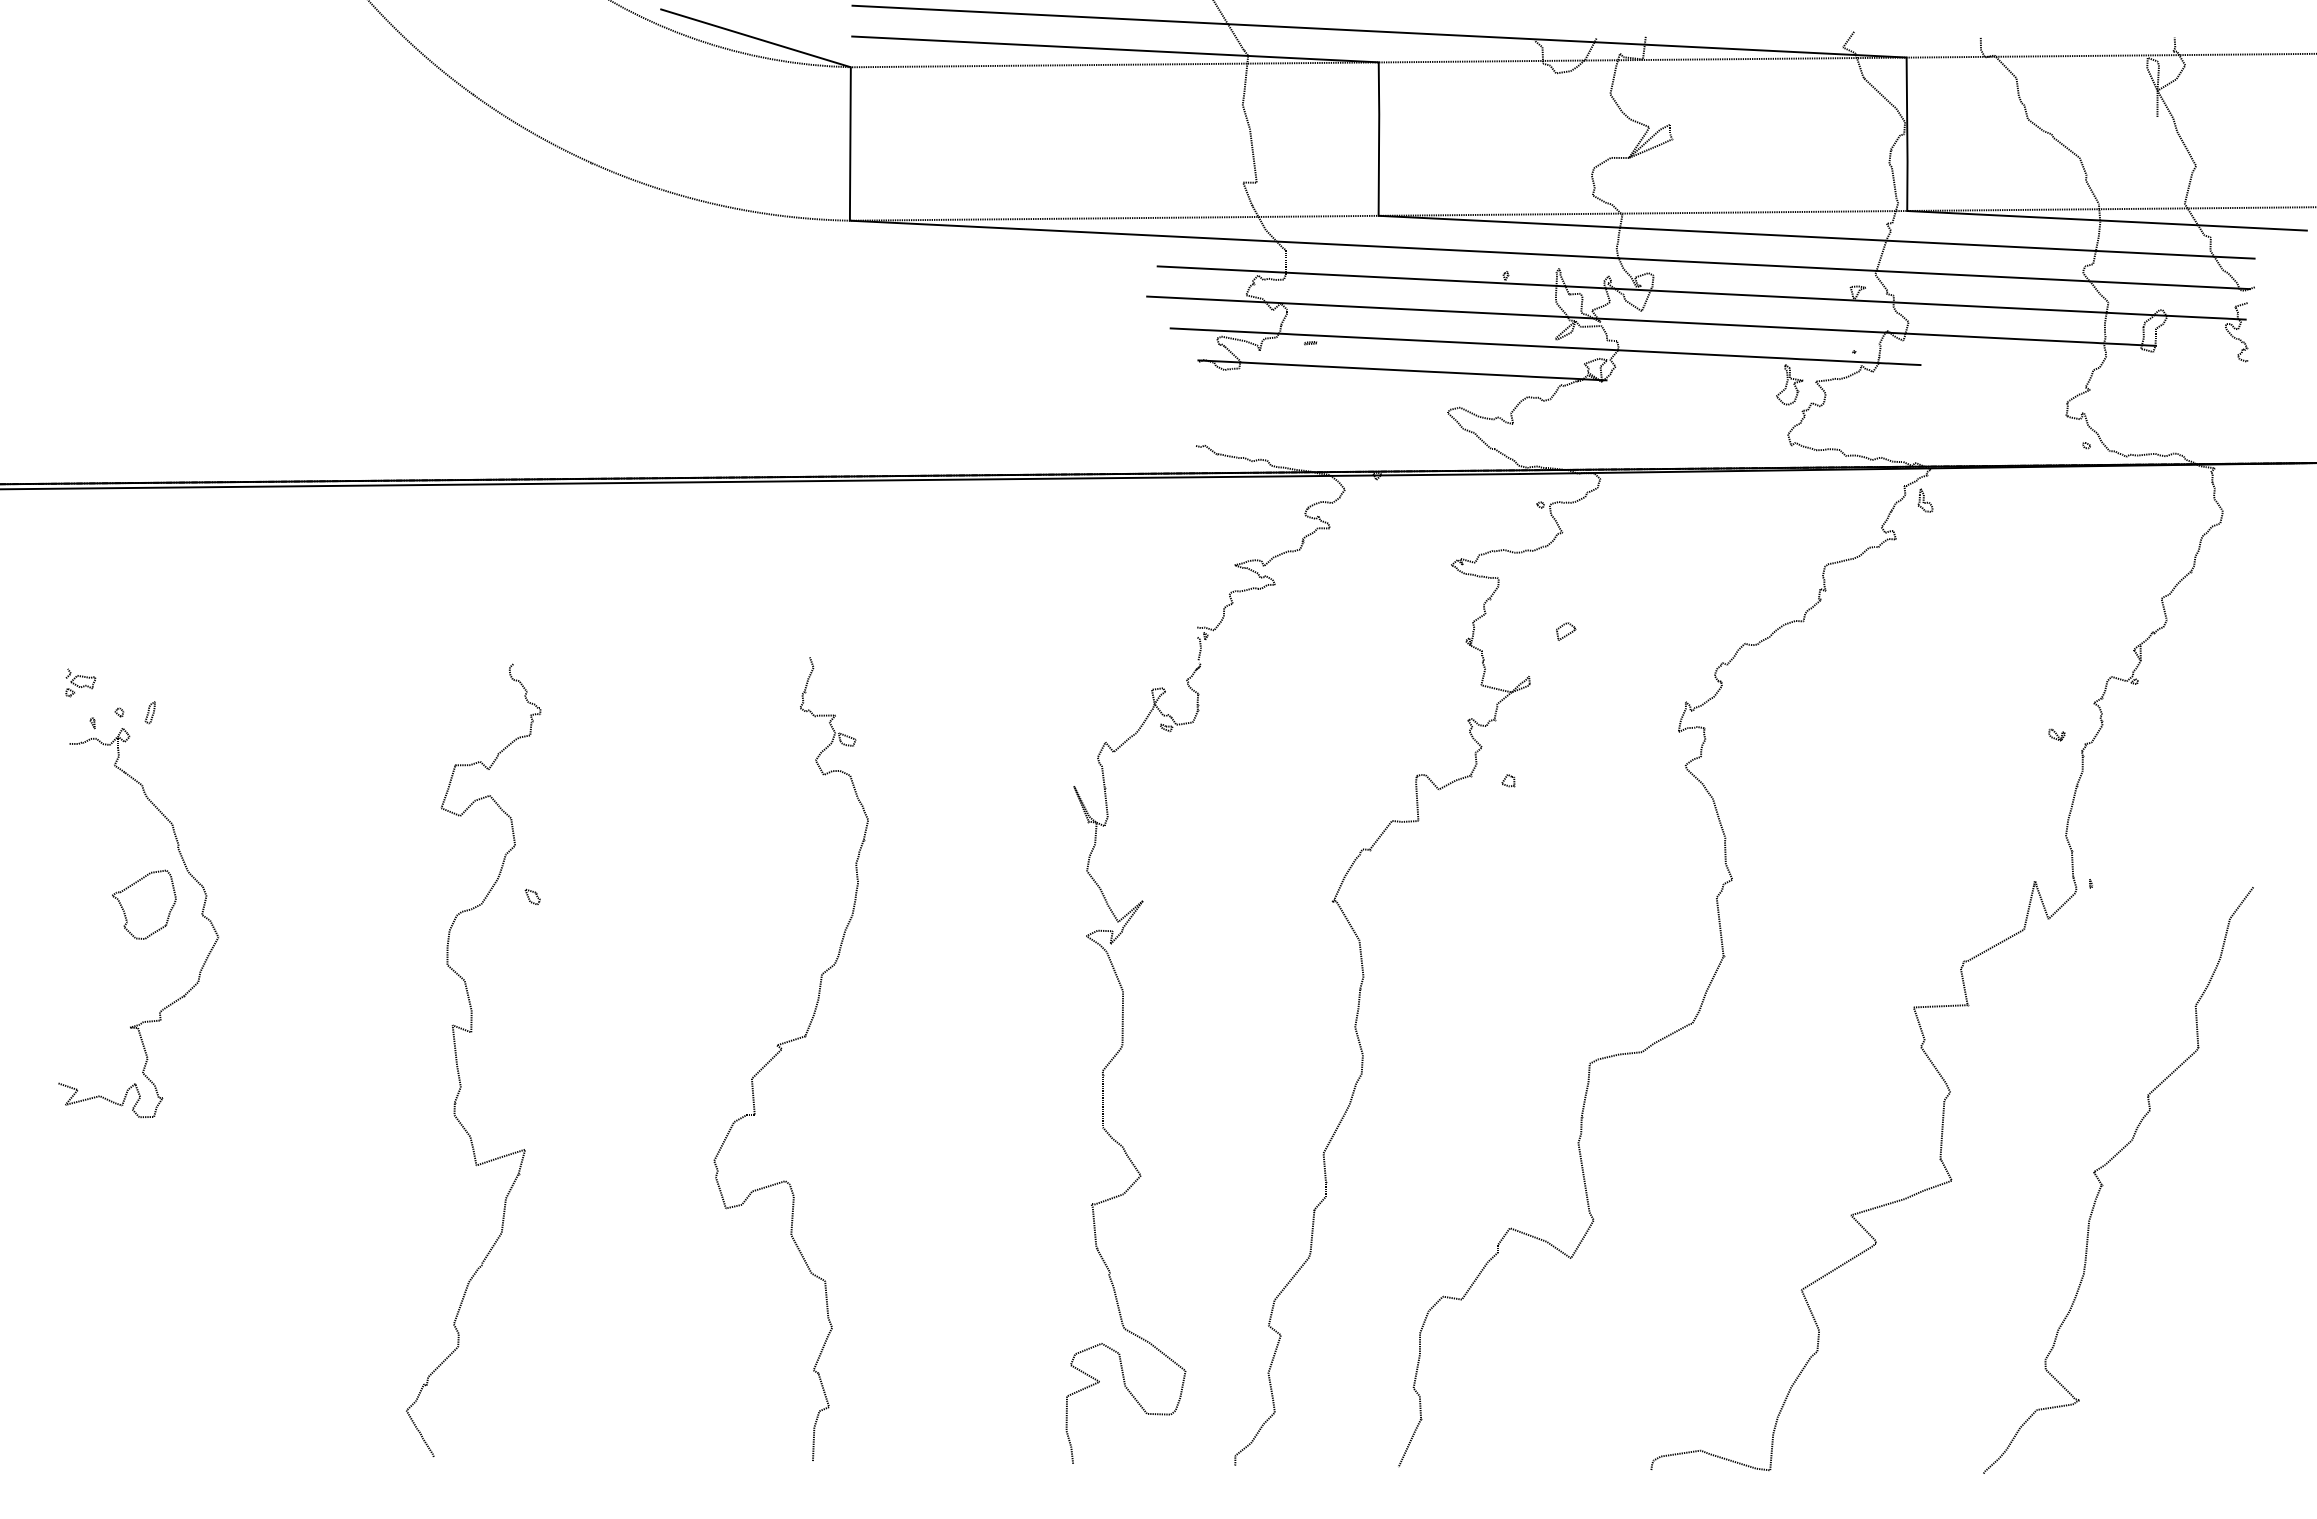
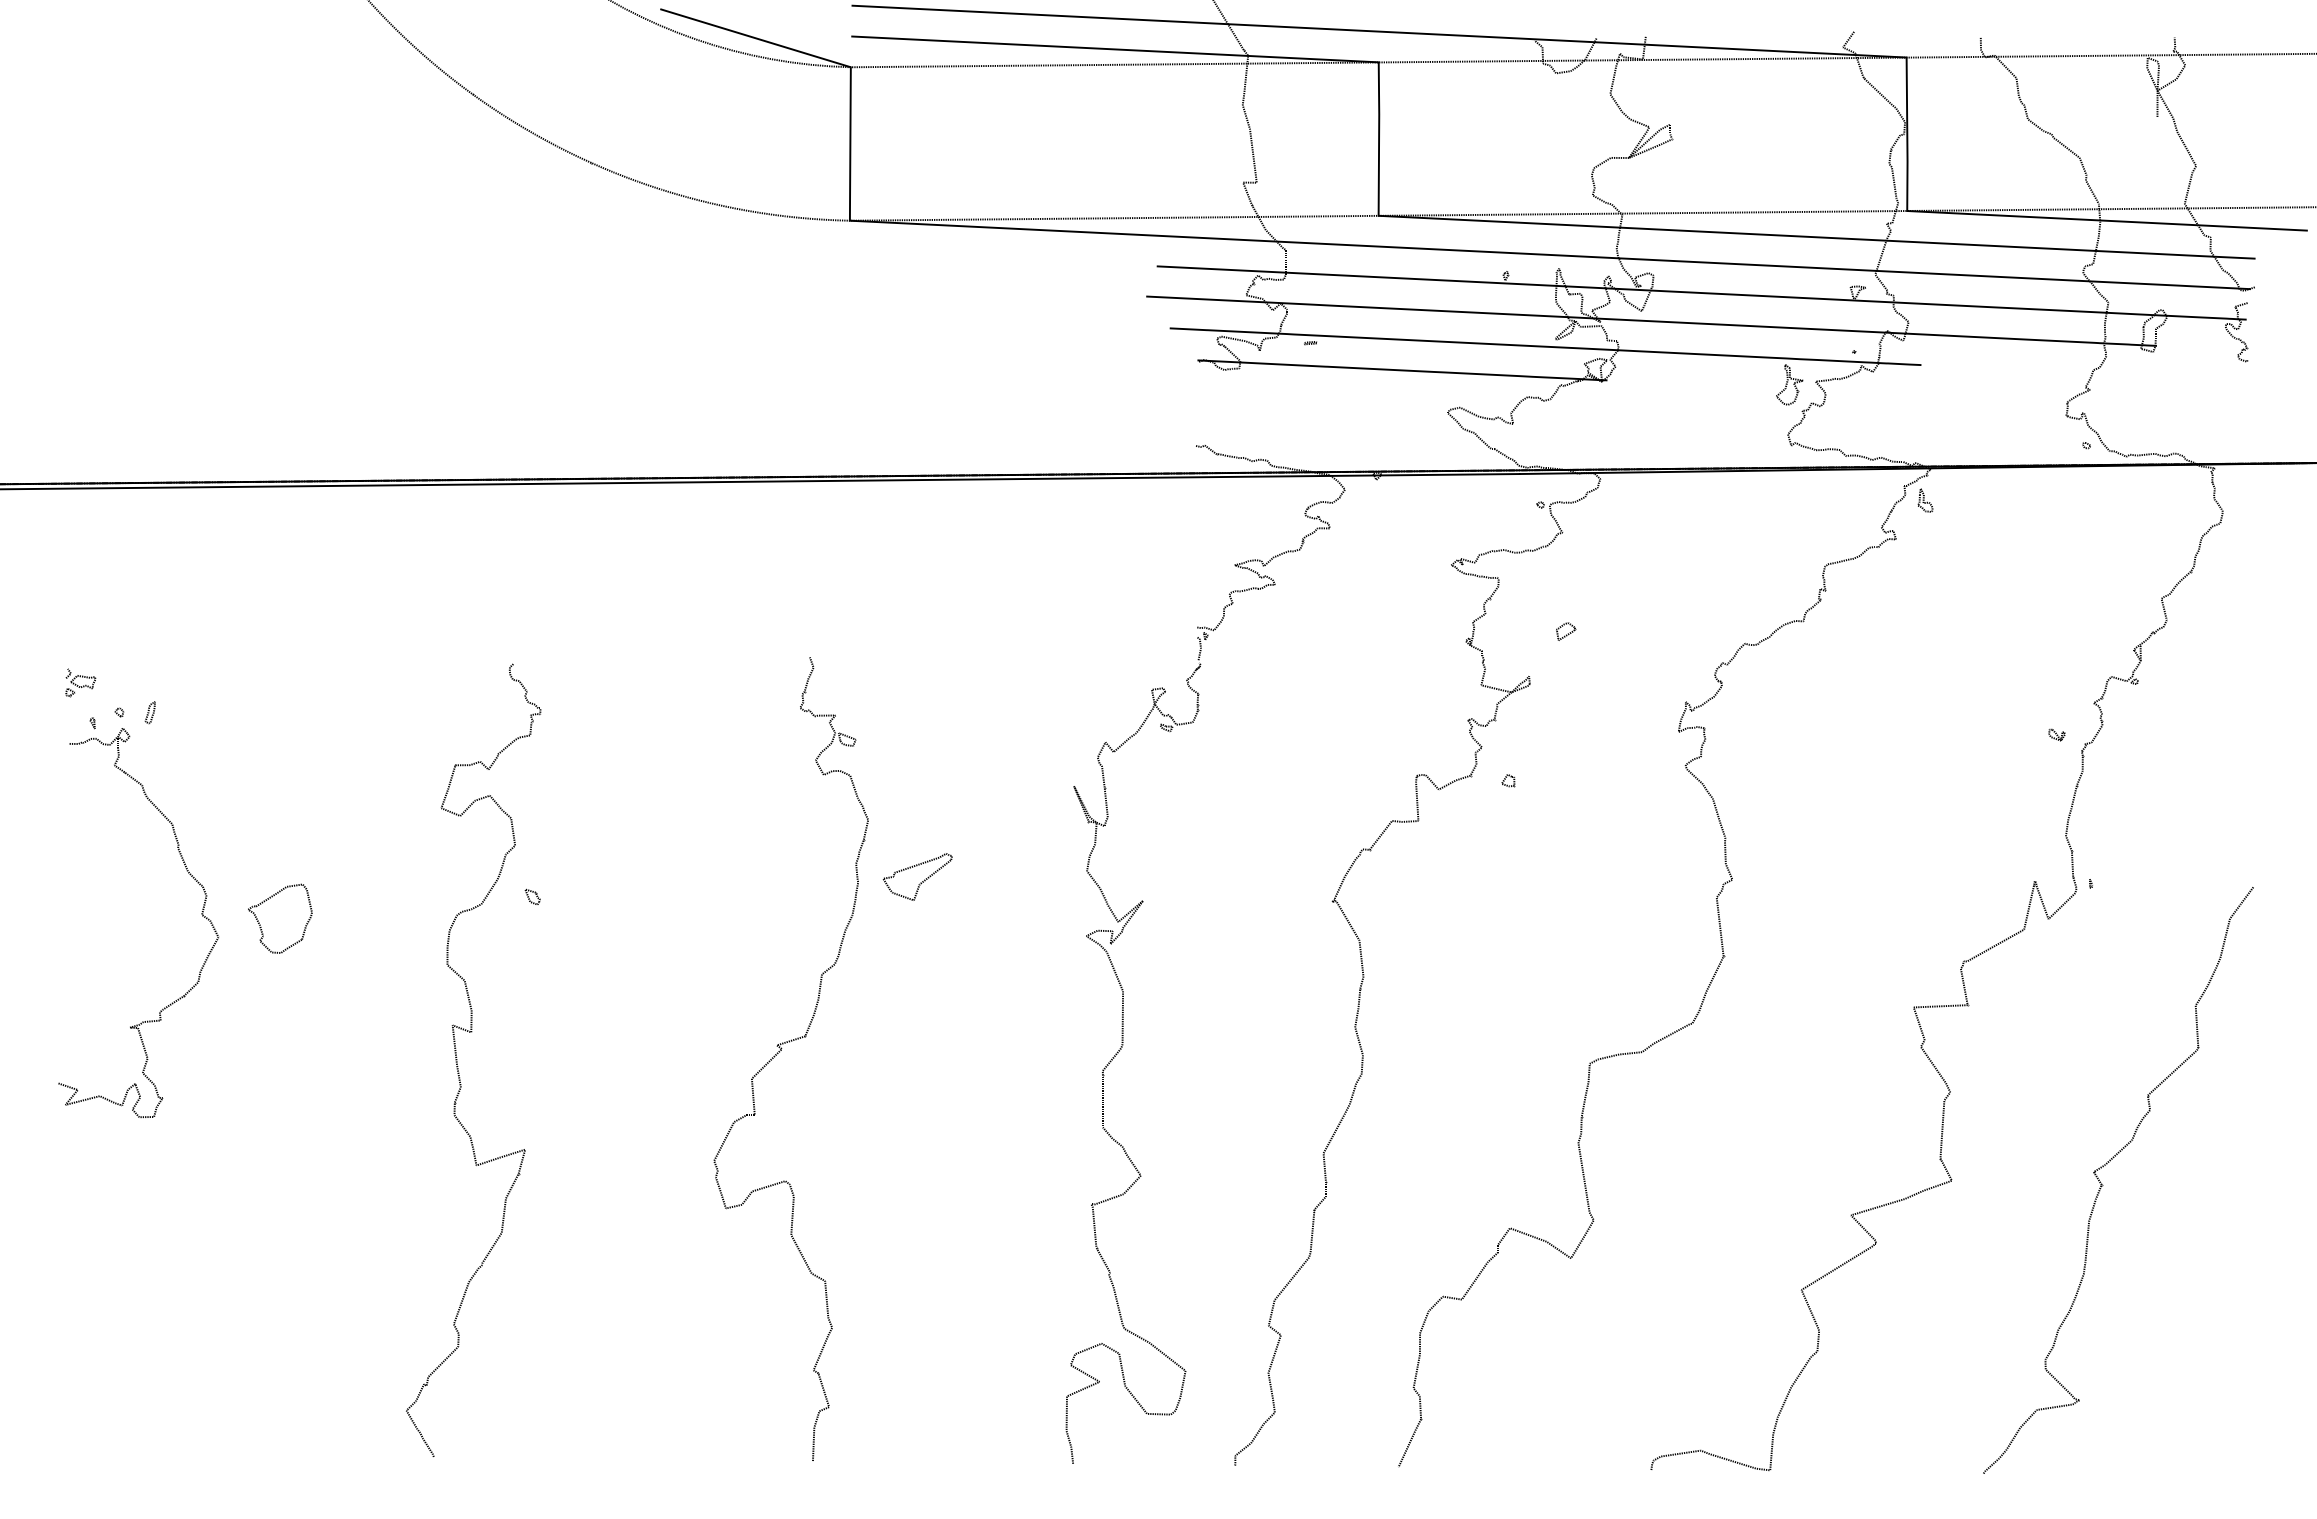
part at (917, 876): none -> present
part at (124, 910) position: (124, 910) -> (260, 924)
